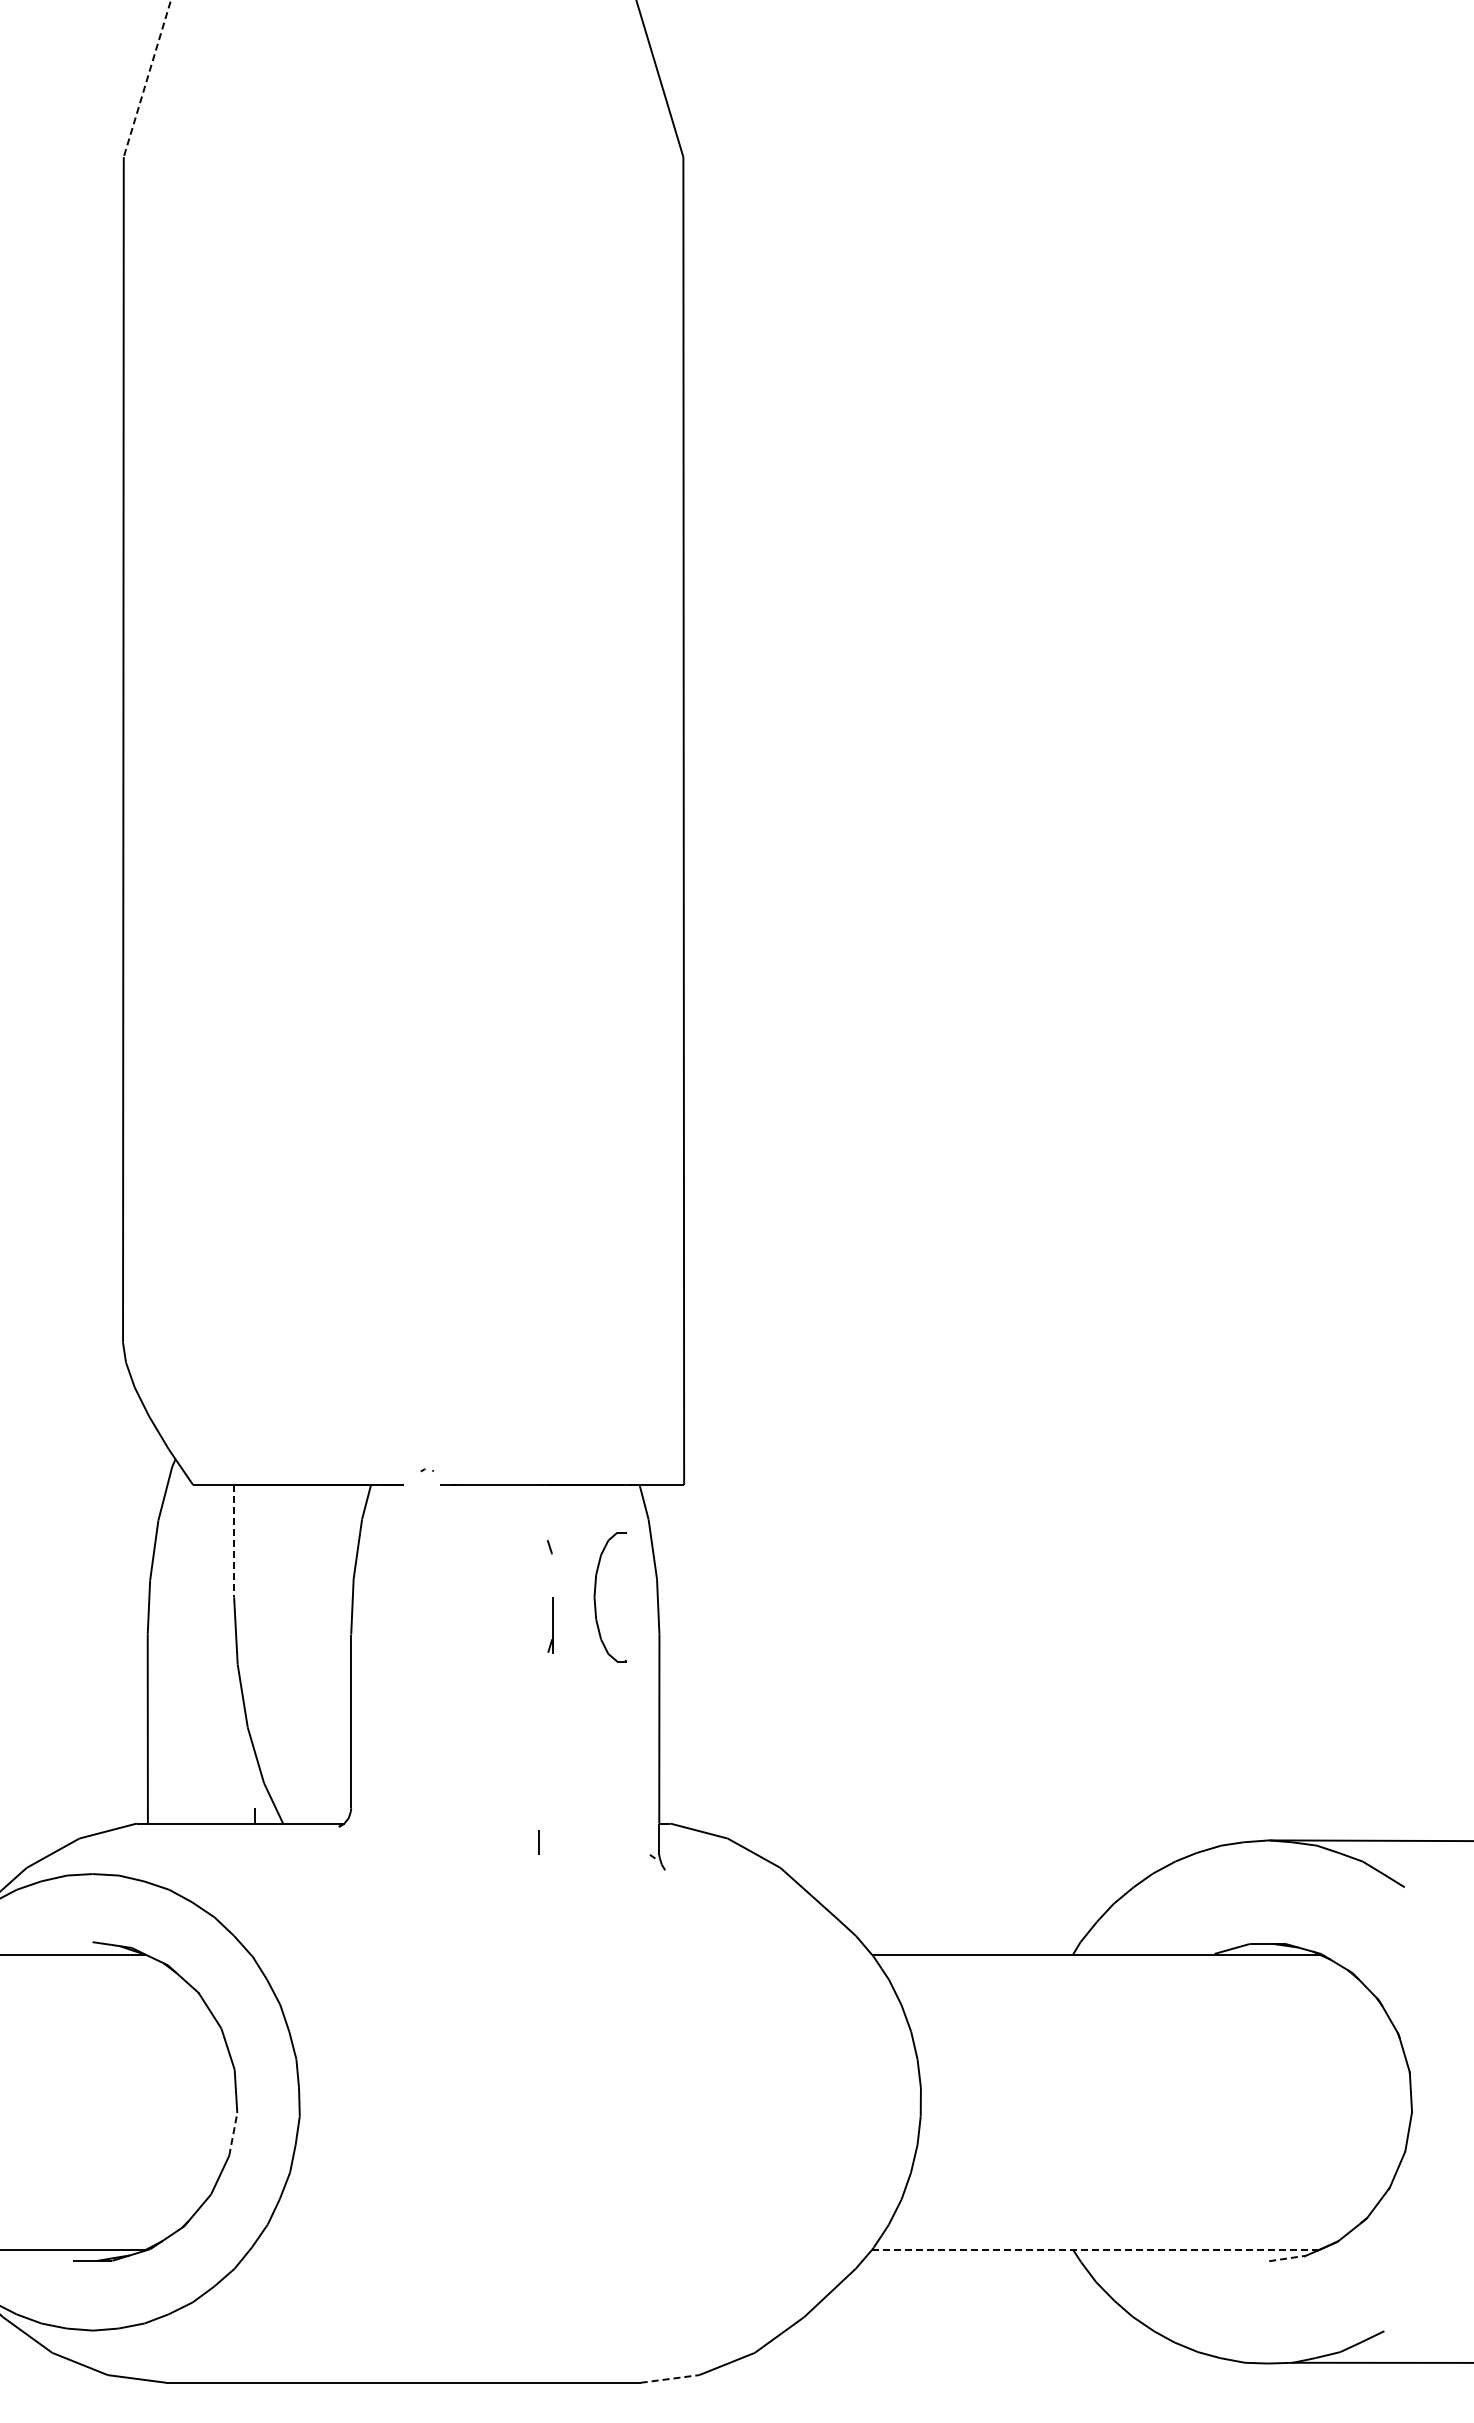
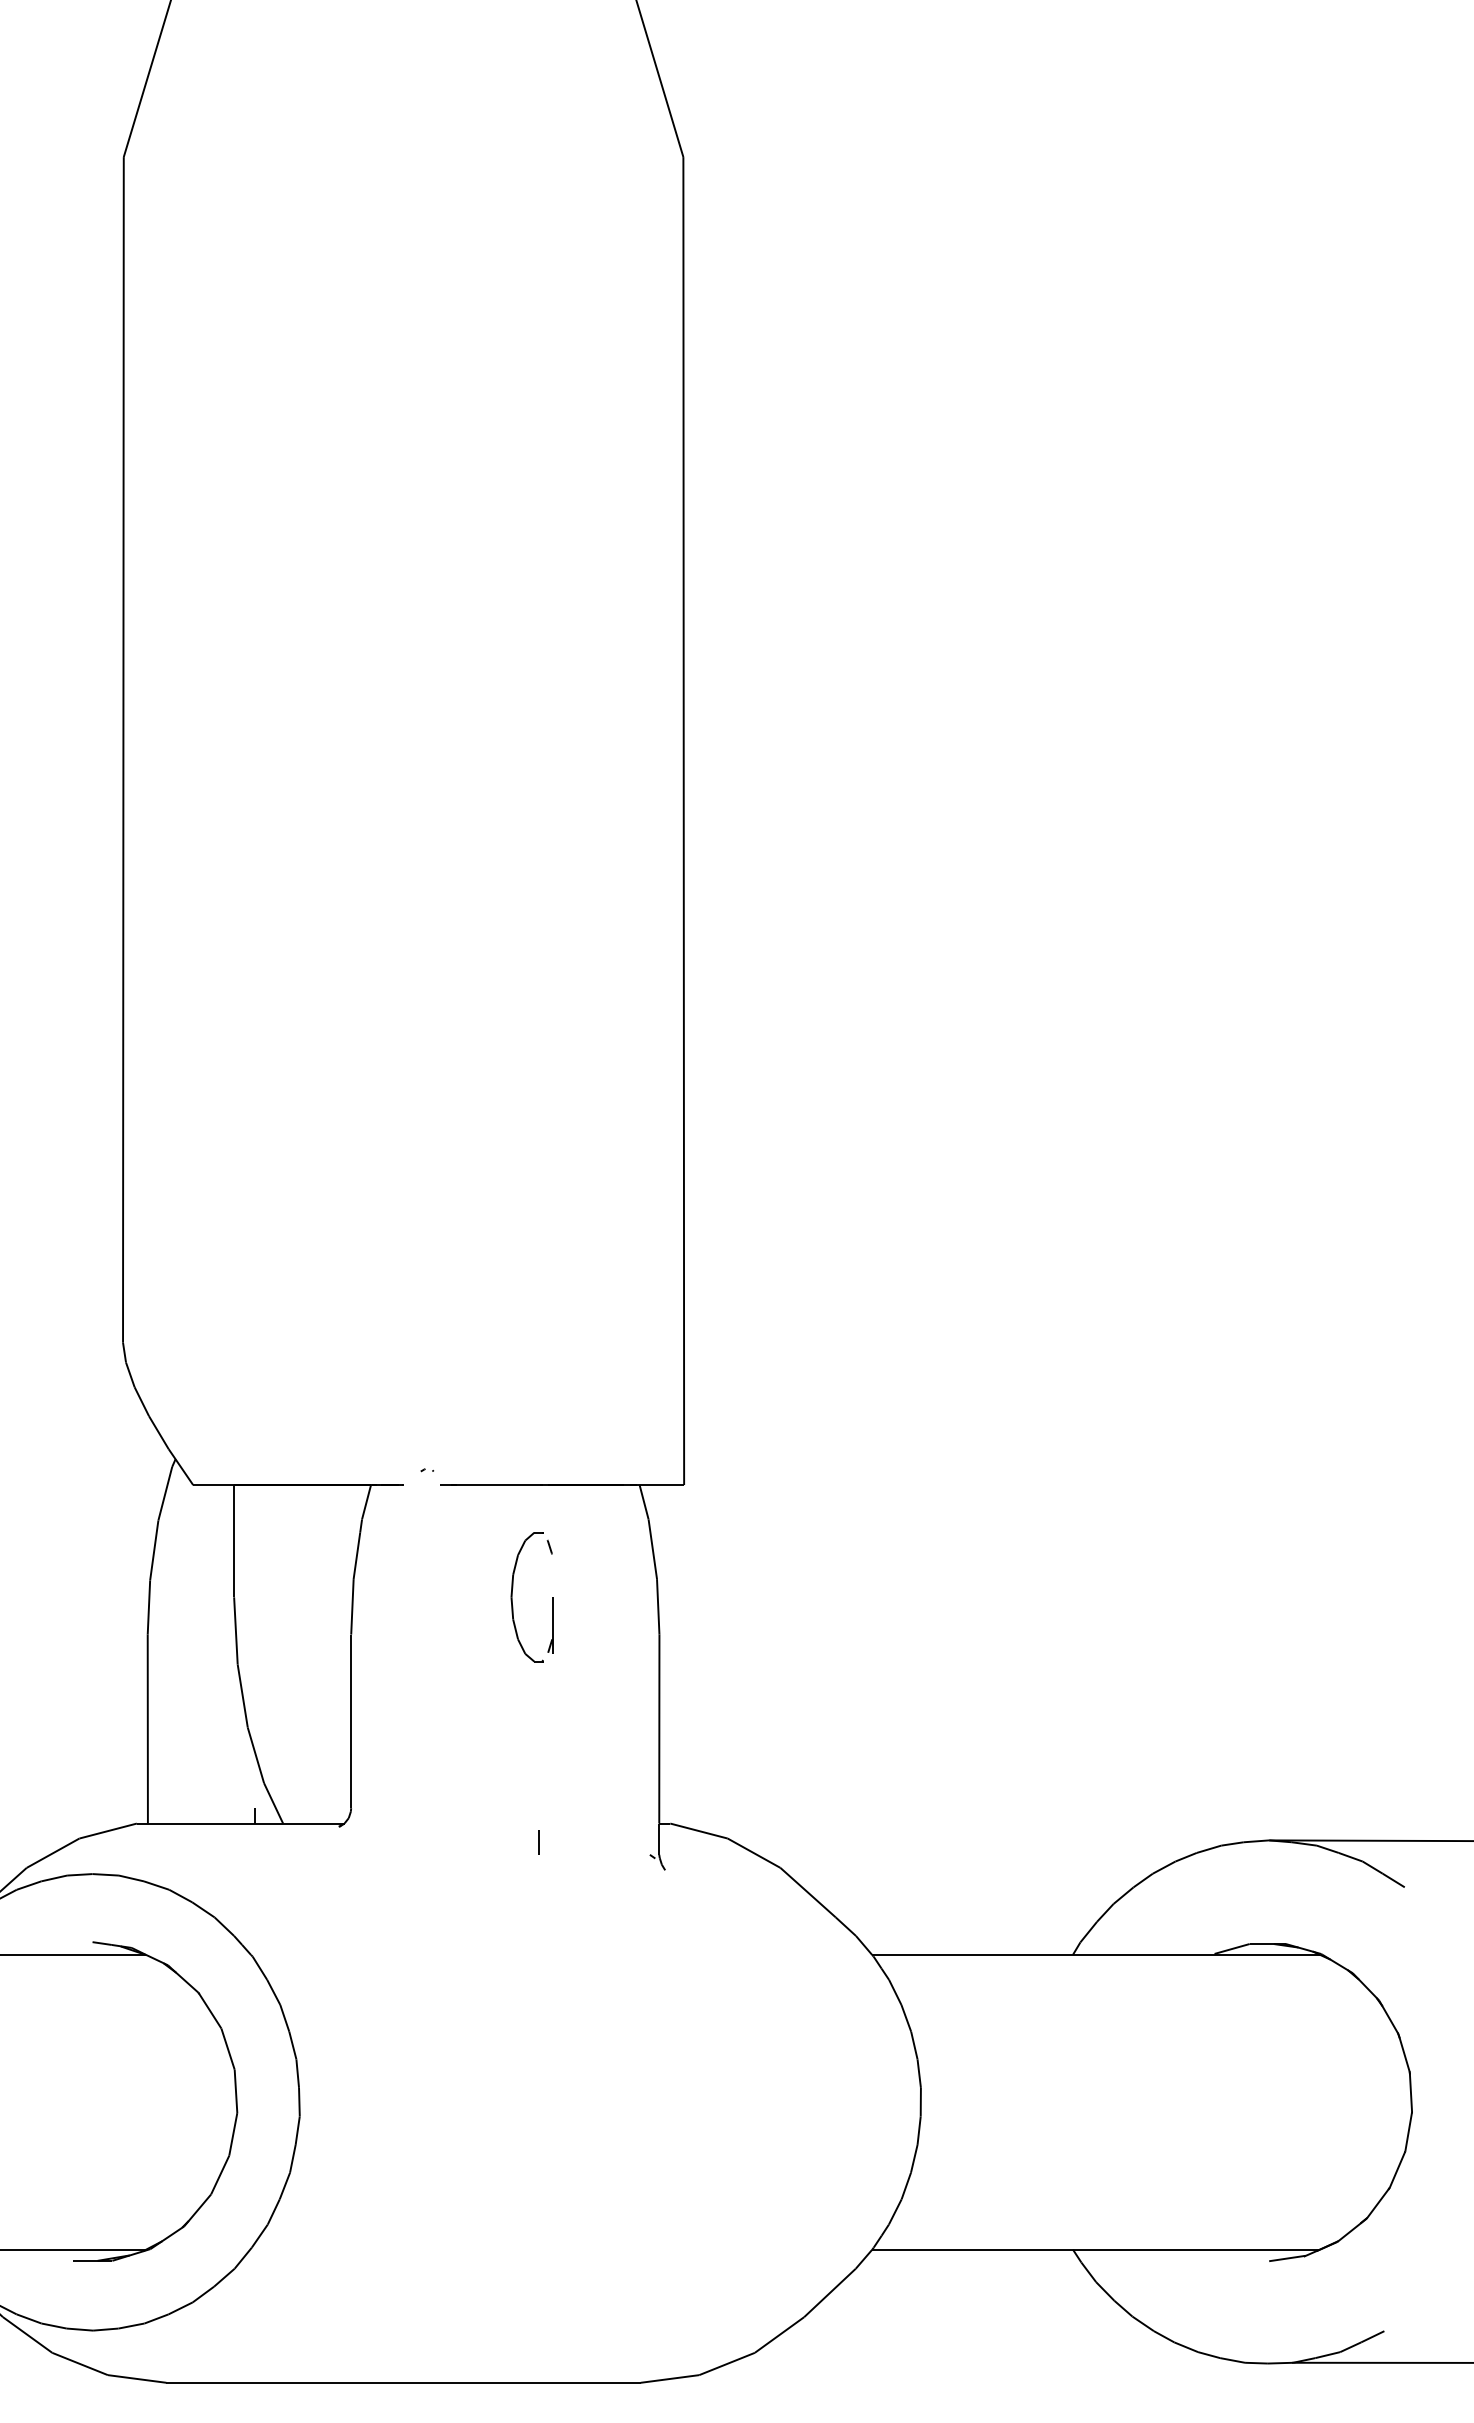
line at (147, 78): dashed -> solid
line at (234, 1541): dashed -> solid
part at (595, 1597) position: (595, 1597) -> (512, 1597)
line at (233, 2134): dashed -> solid
line at (1096, 2249): dashed -> solid
line at (1287, 2258): dashed -> solid
line at (670, 2378): dashed -> solid
